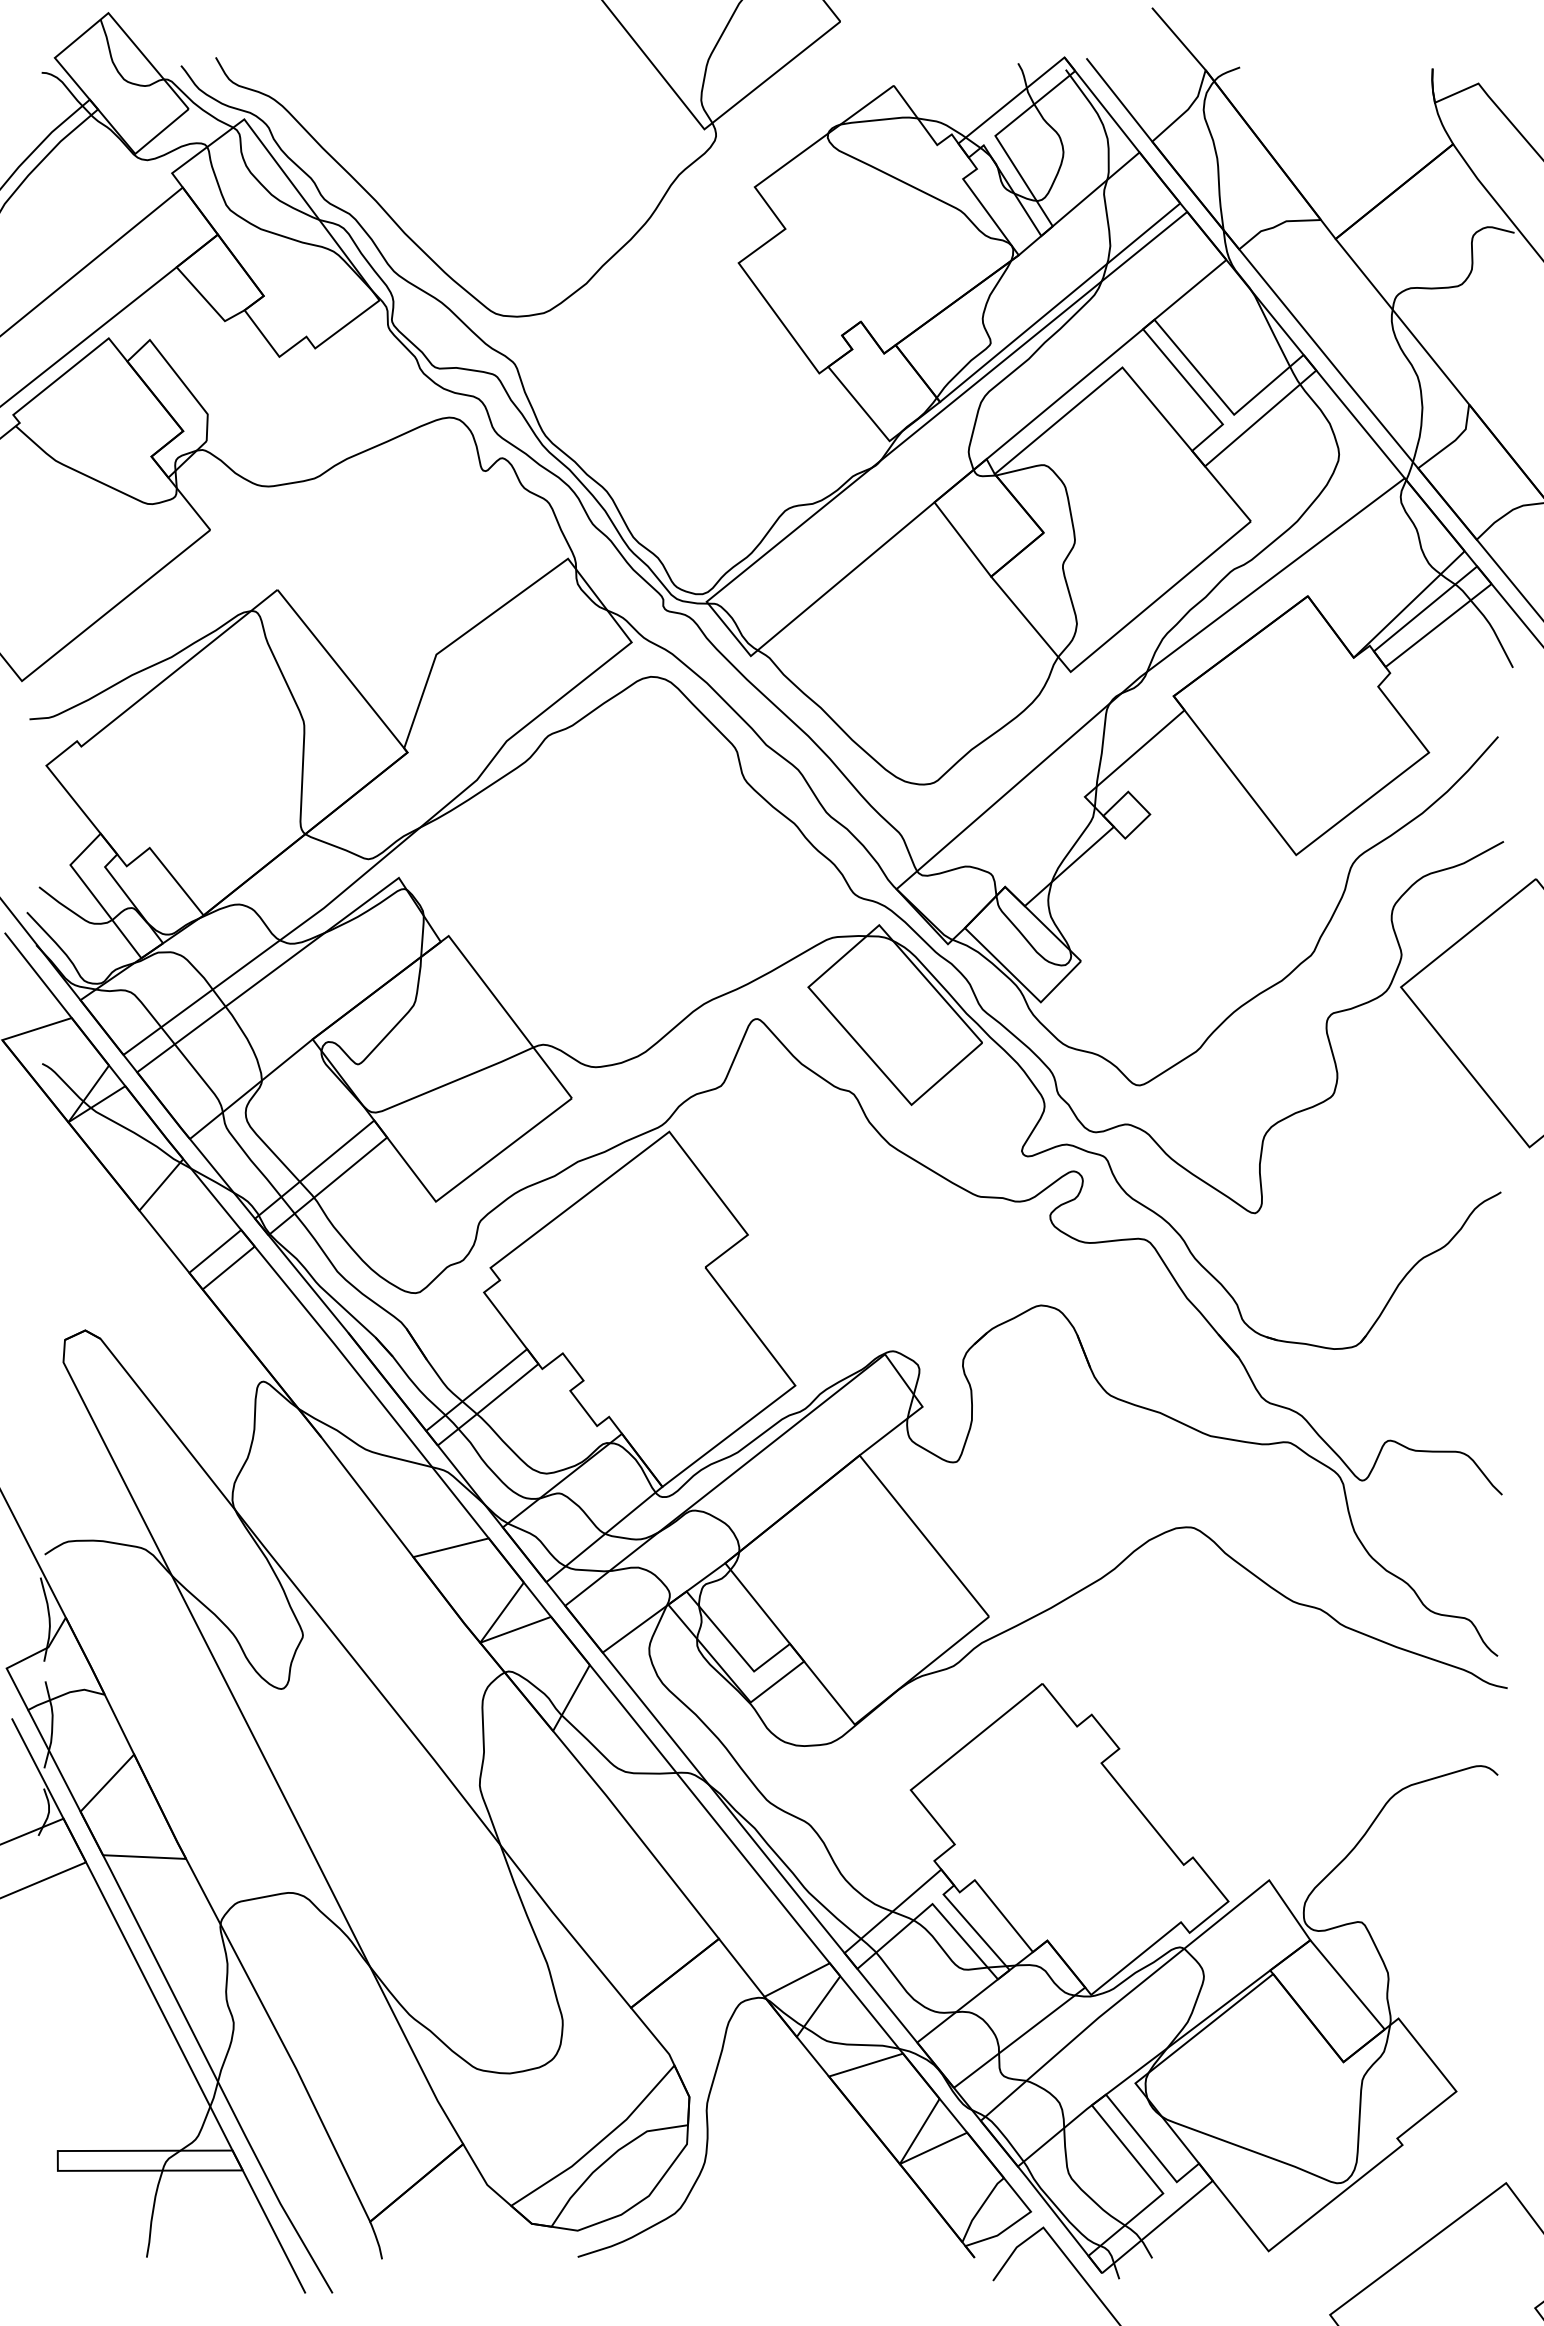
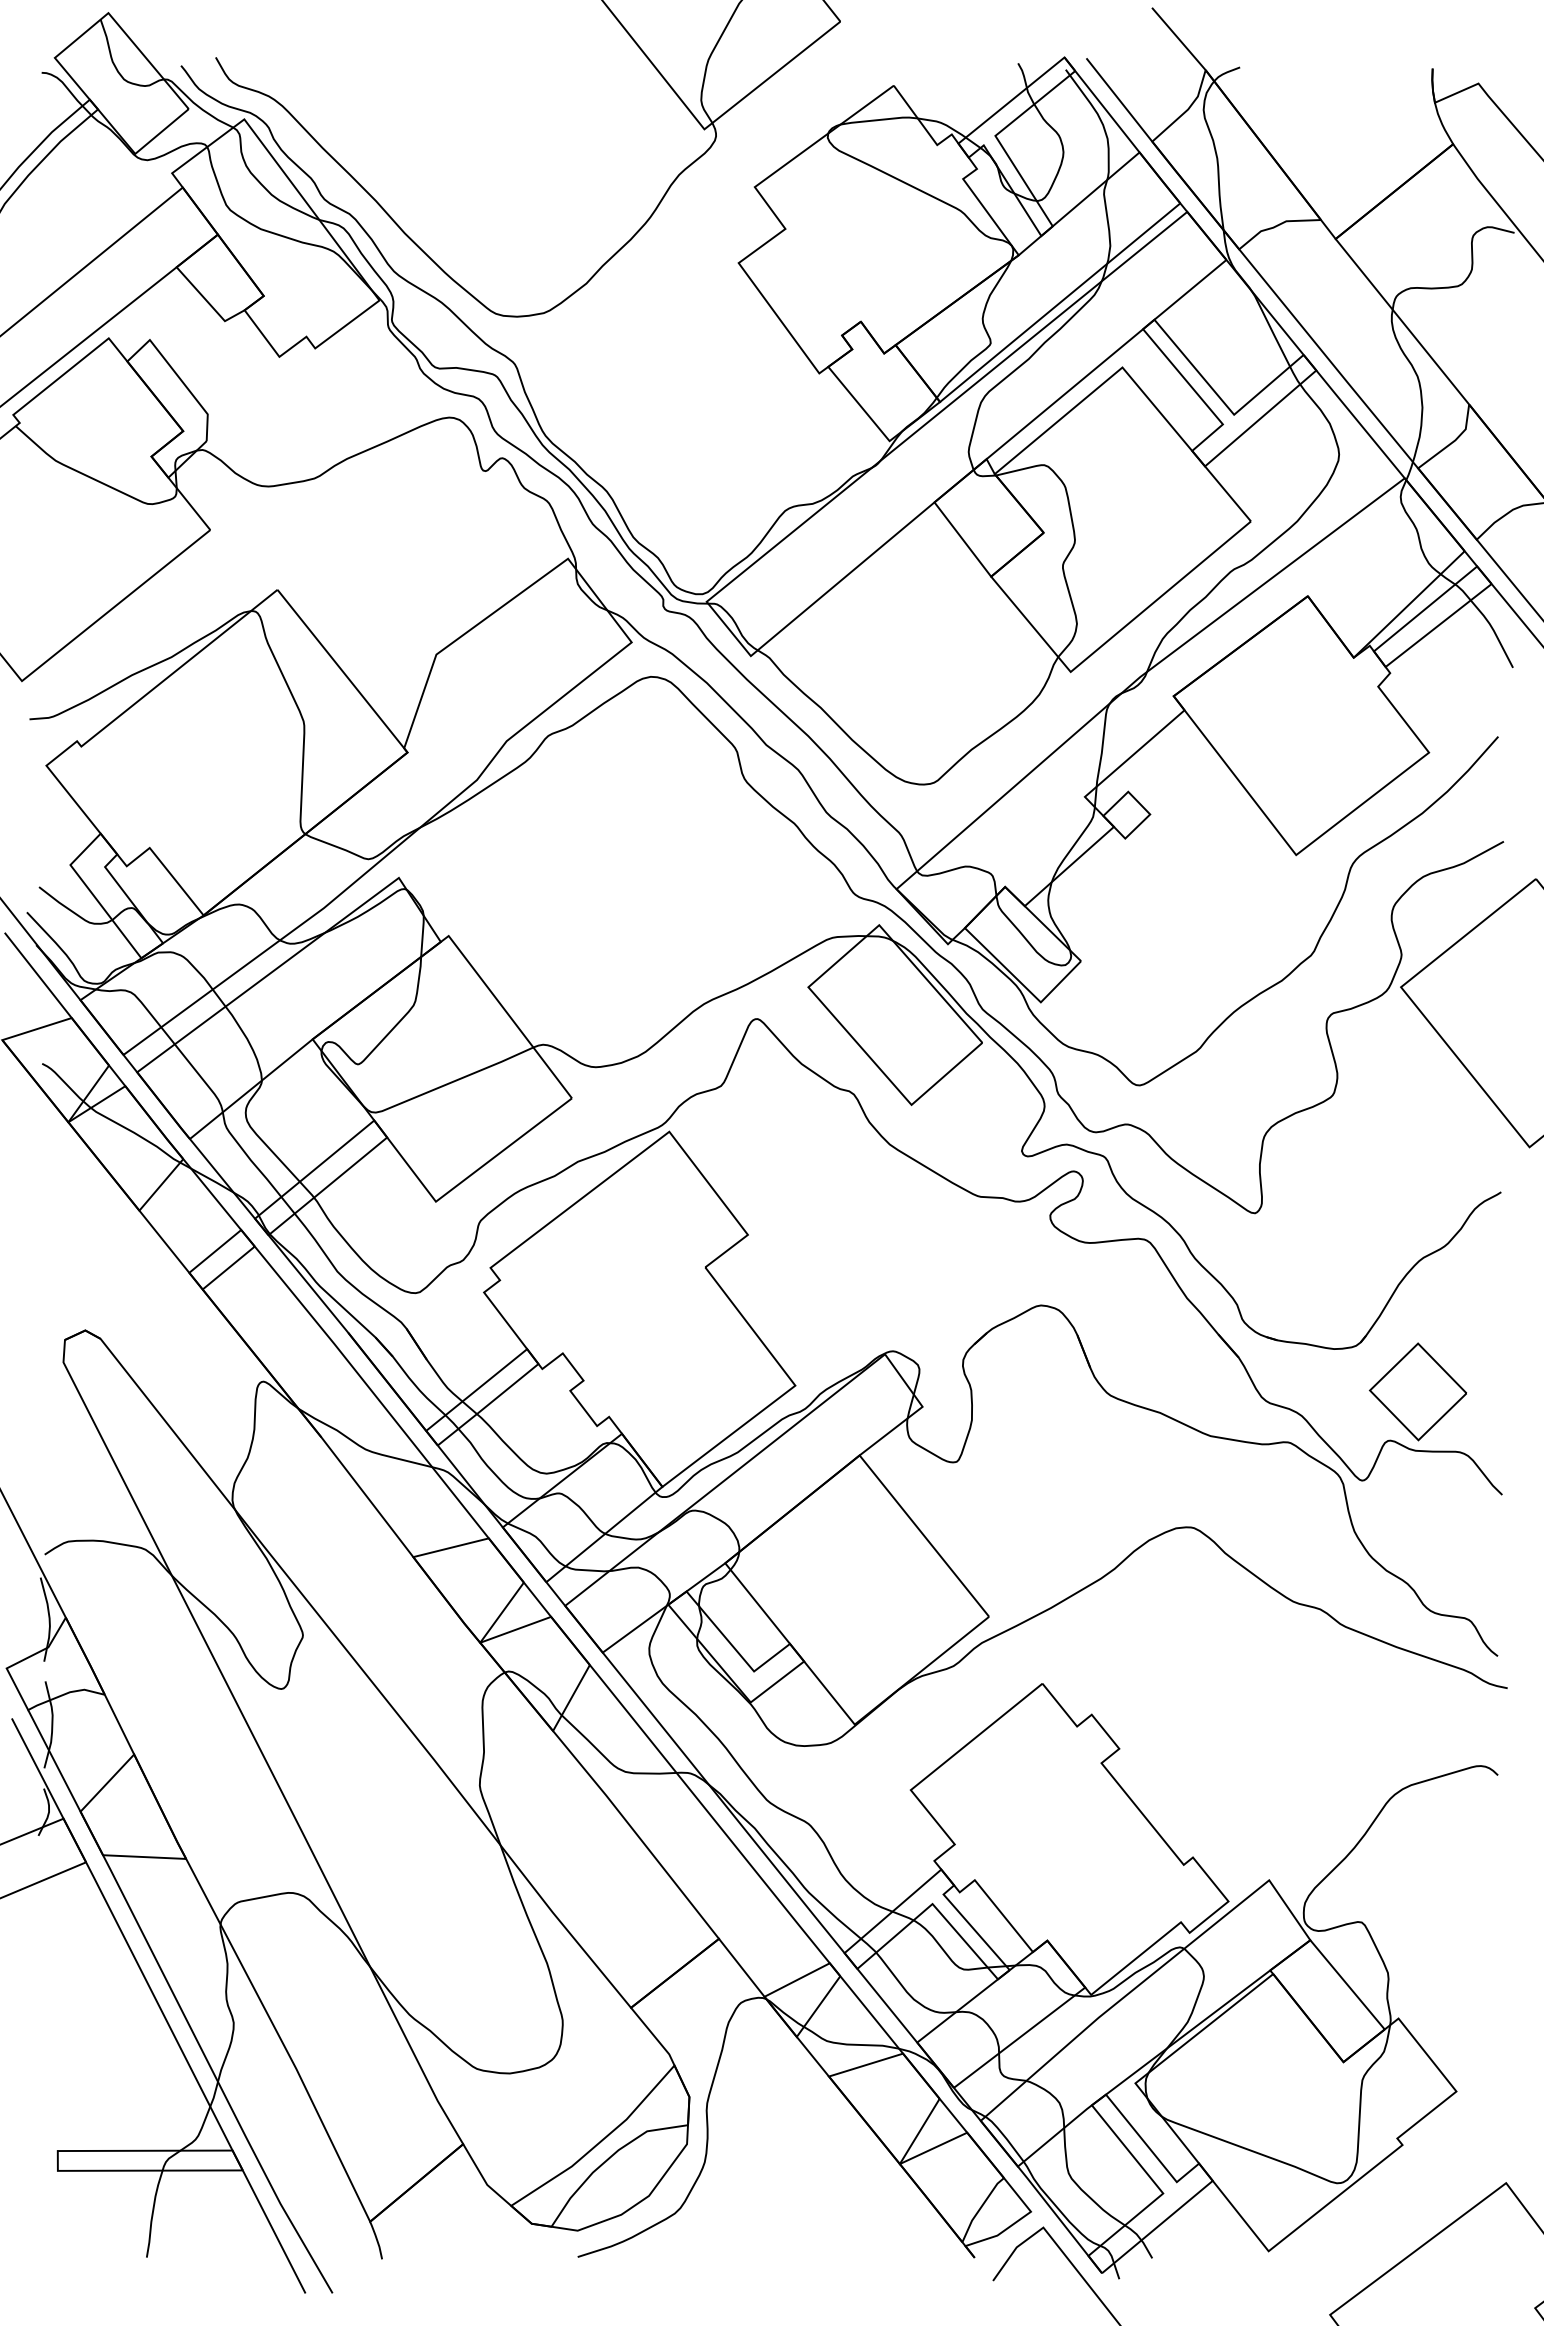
part at (1417, 1391): none -> present
